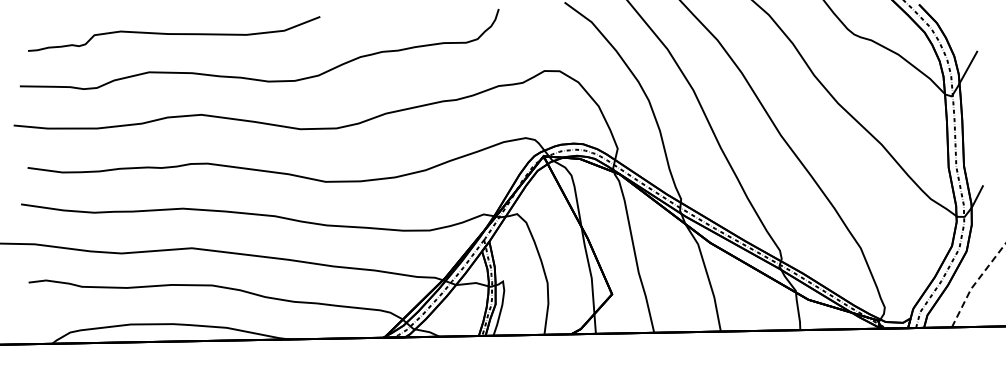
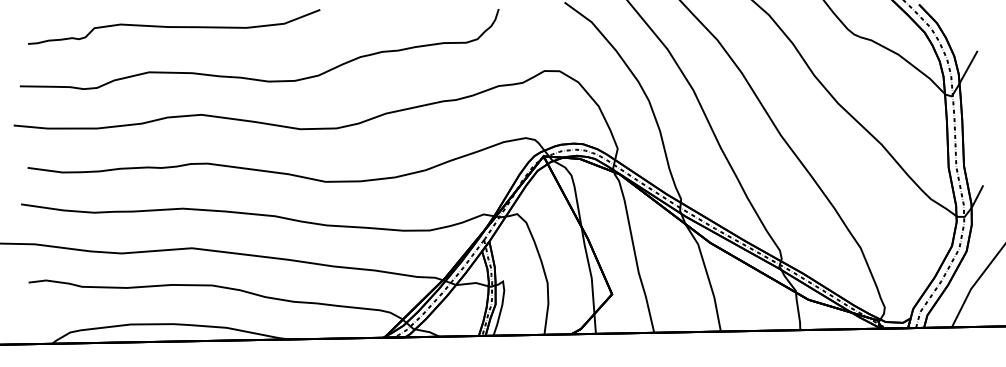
curve at (174, 33) position: (174, 33) -> (174, 26)
line at (975, 283): dashed -> solid
